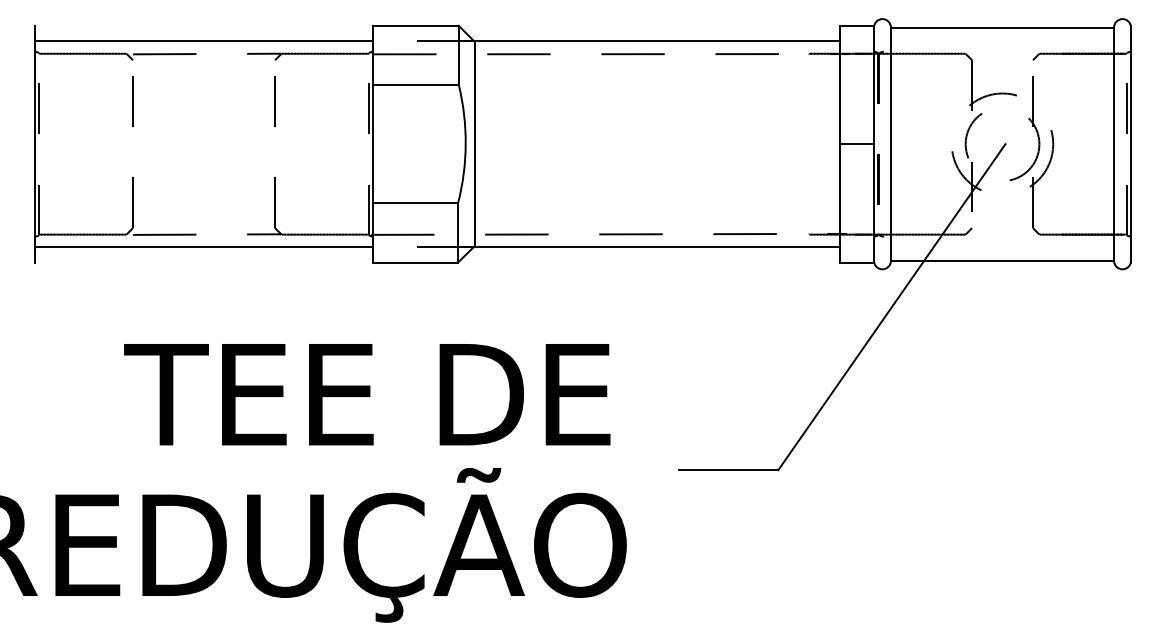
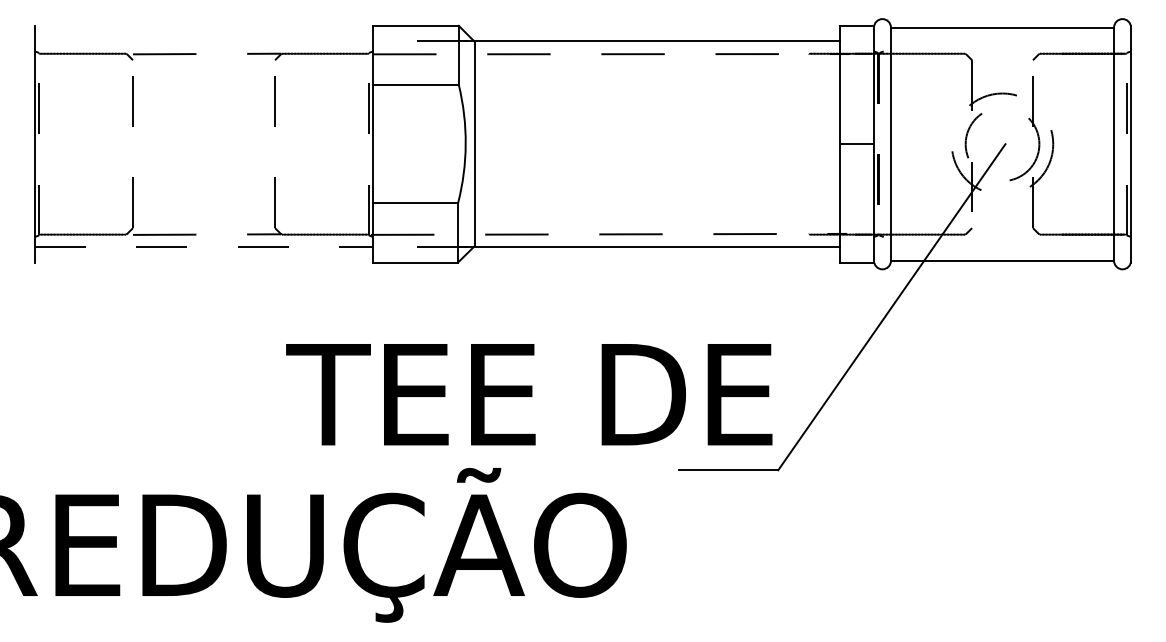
line at (203, 41): present -> none
line at (204, 246): solid -> dashed
text at (367, 394) position: (367, 394) -> (529, 394)
